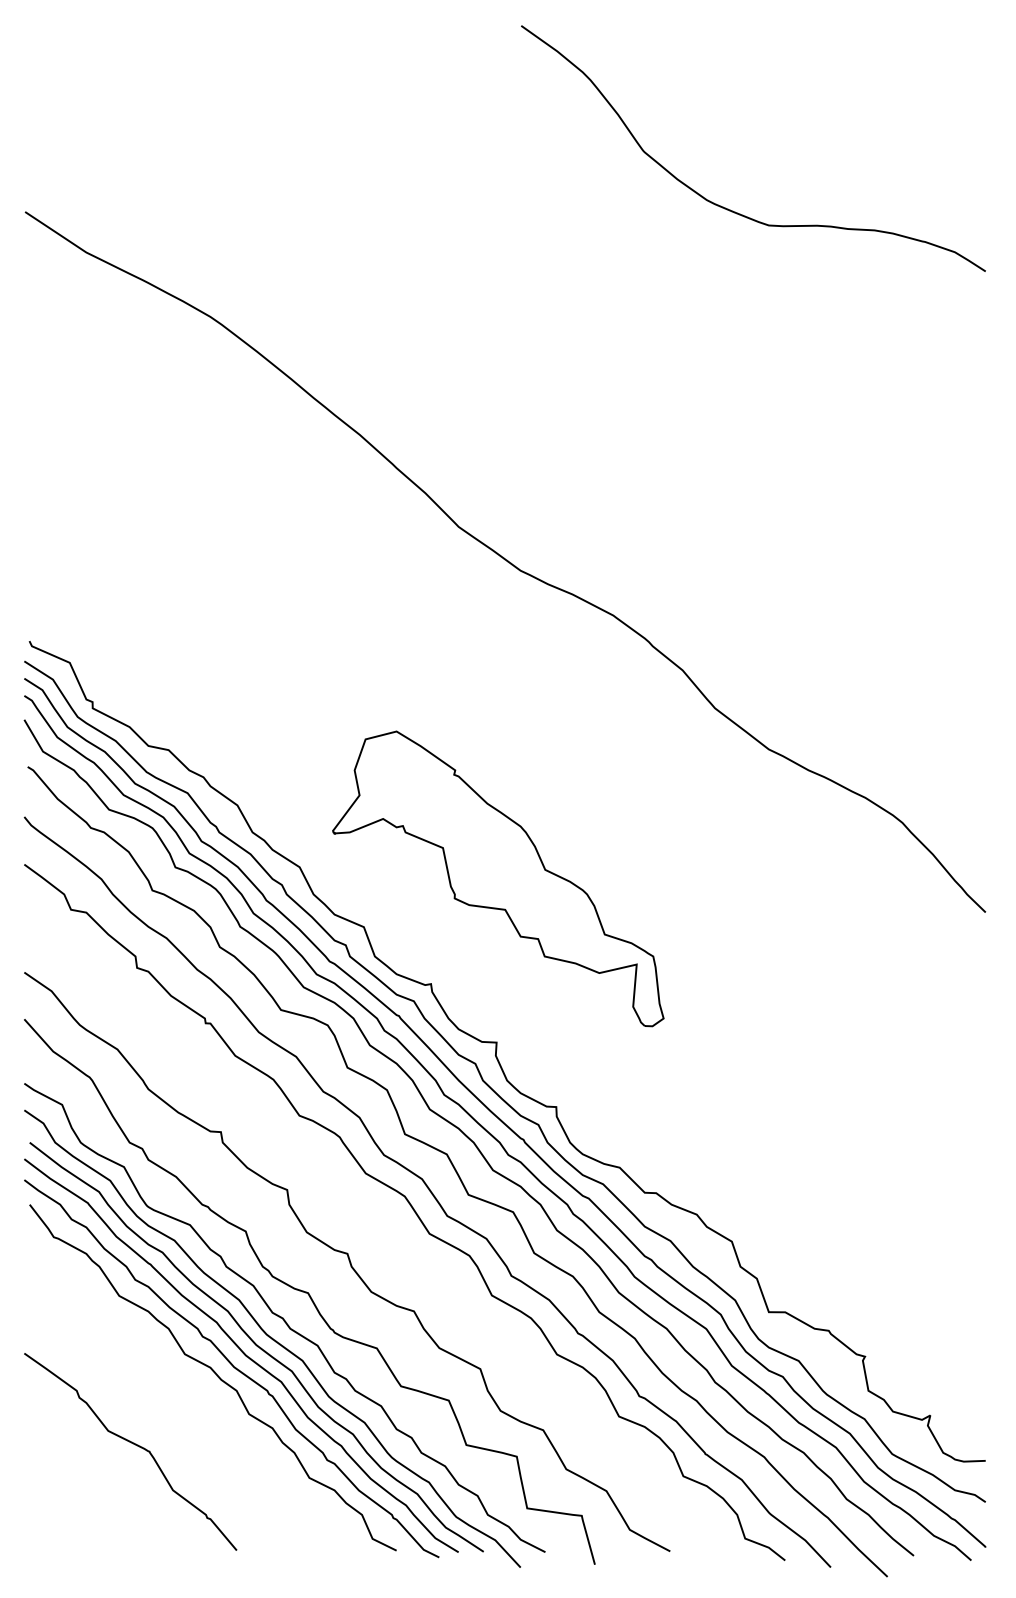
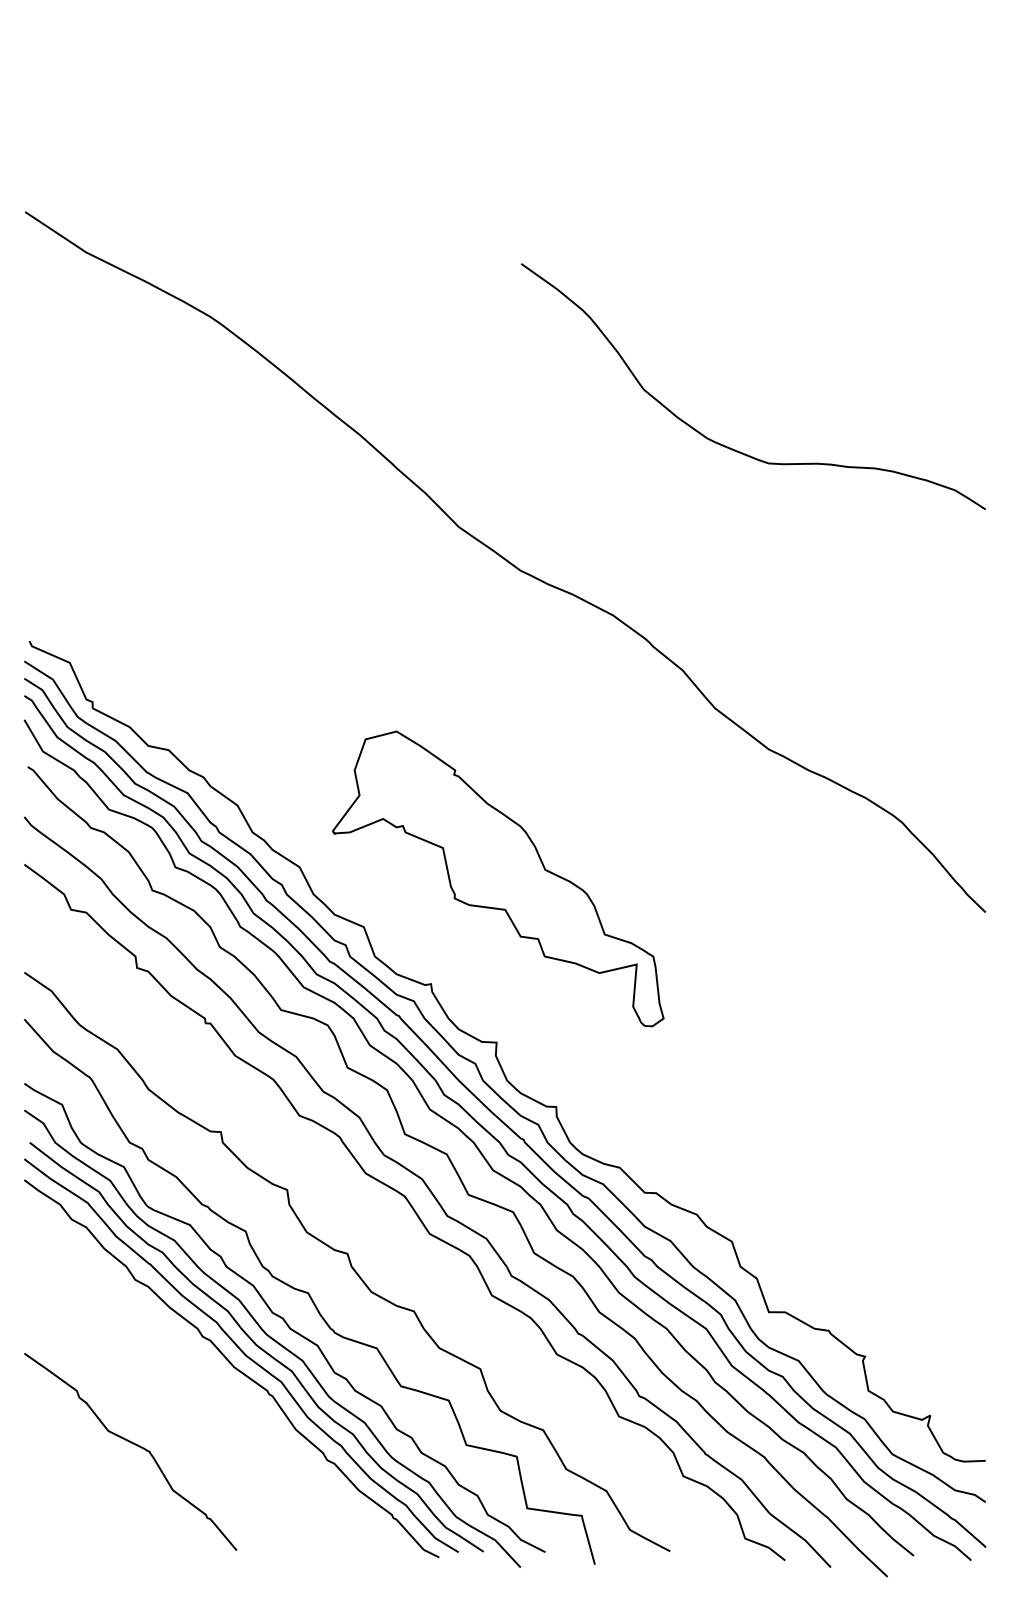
curve at (728, 208) position: (728, 208) -> (728, 446)
curve at (215, 1374): present -> none
